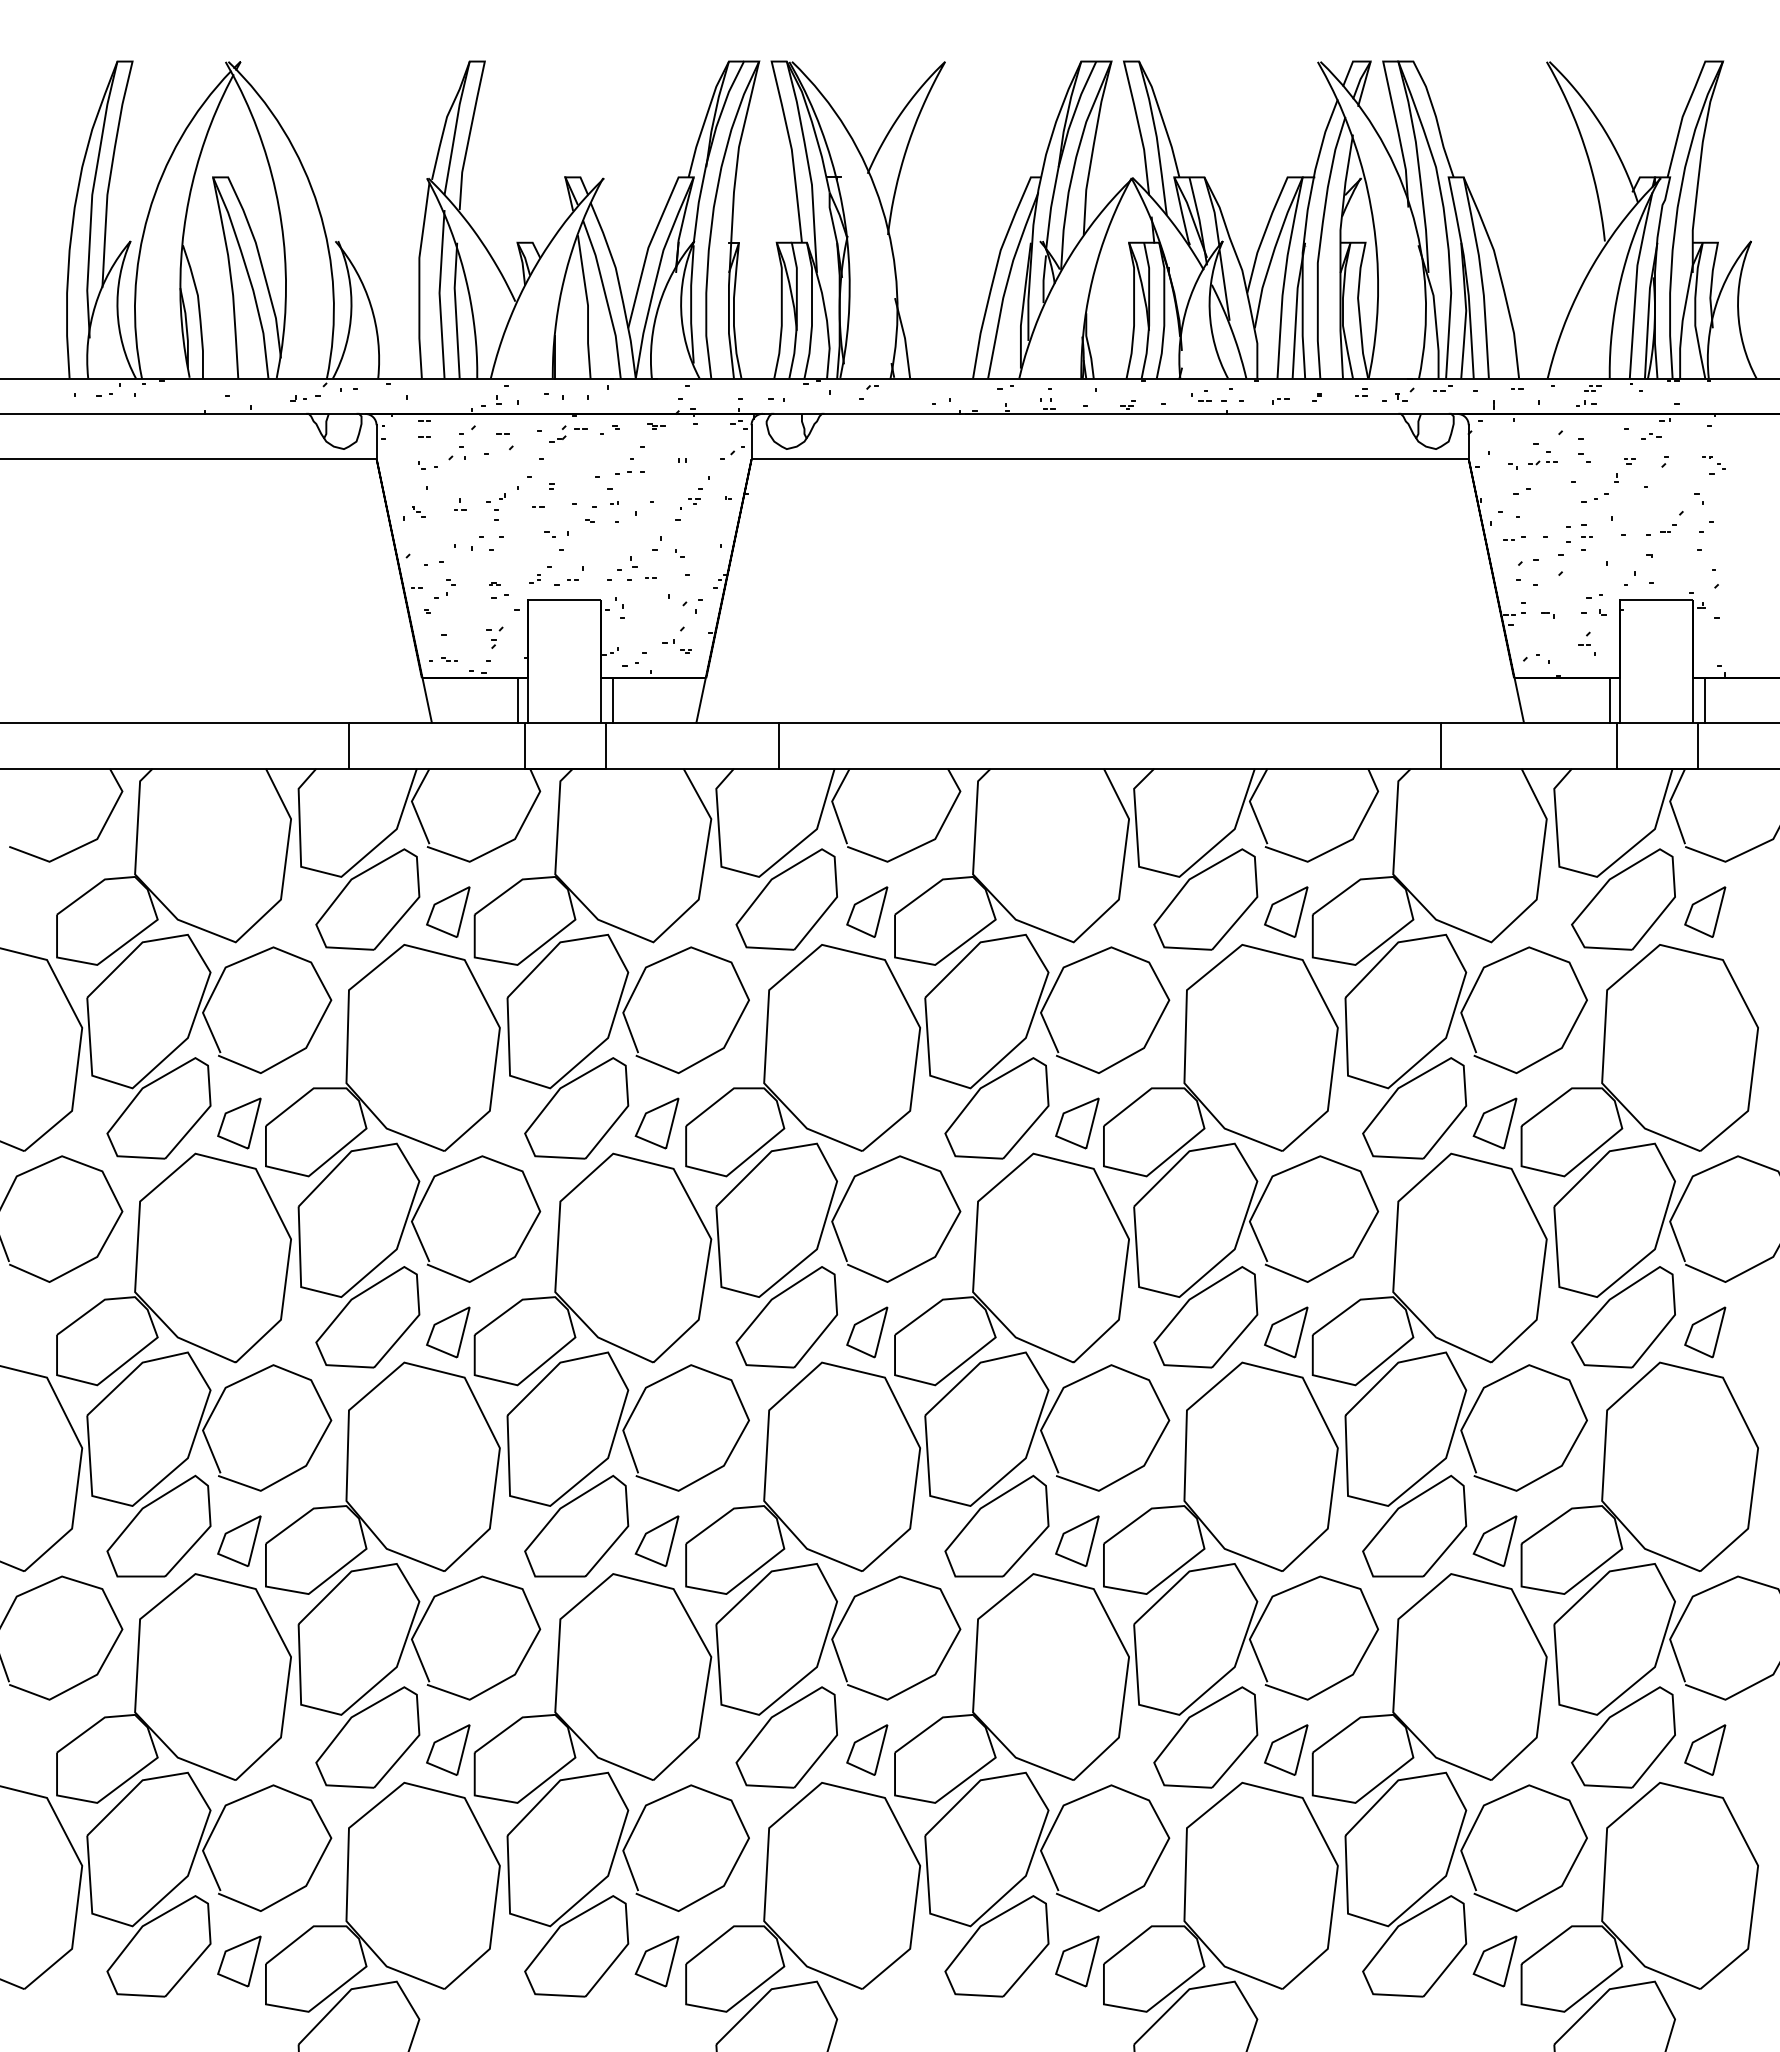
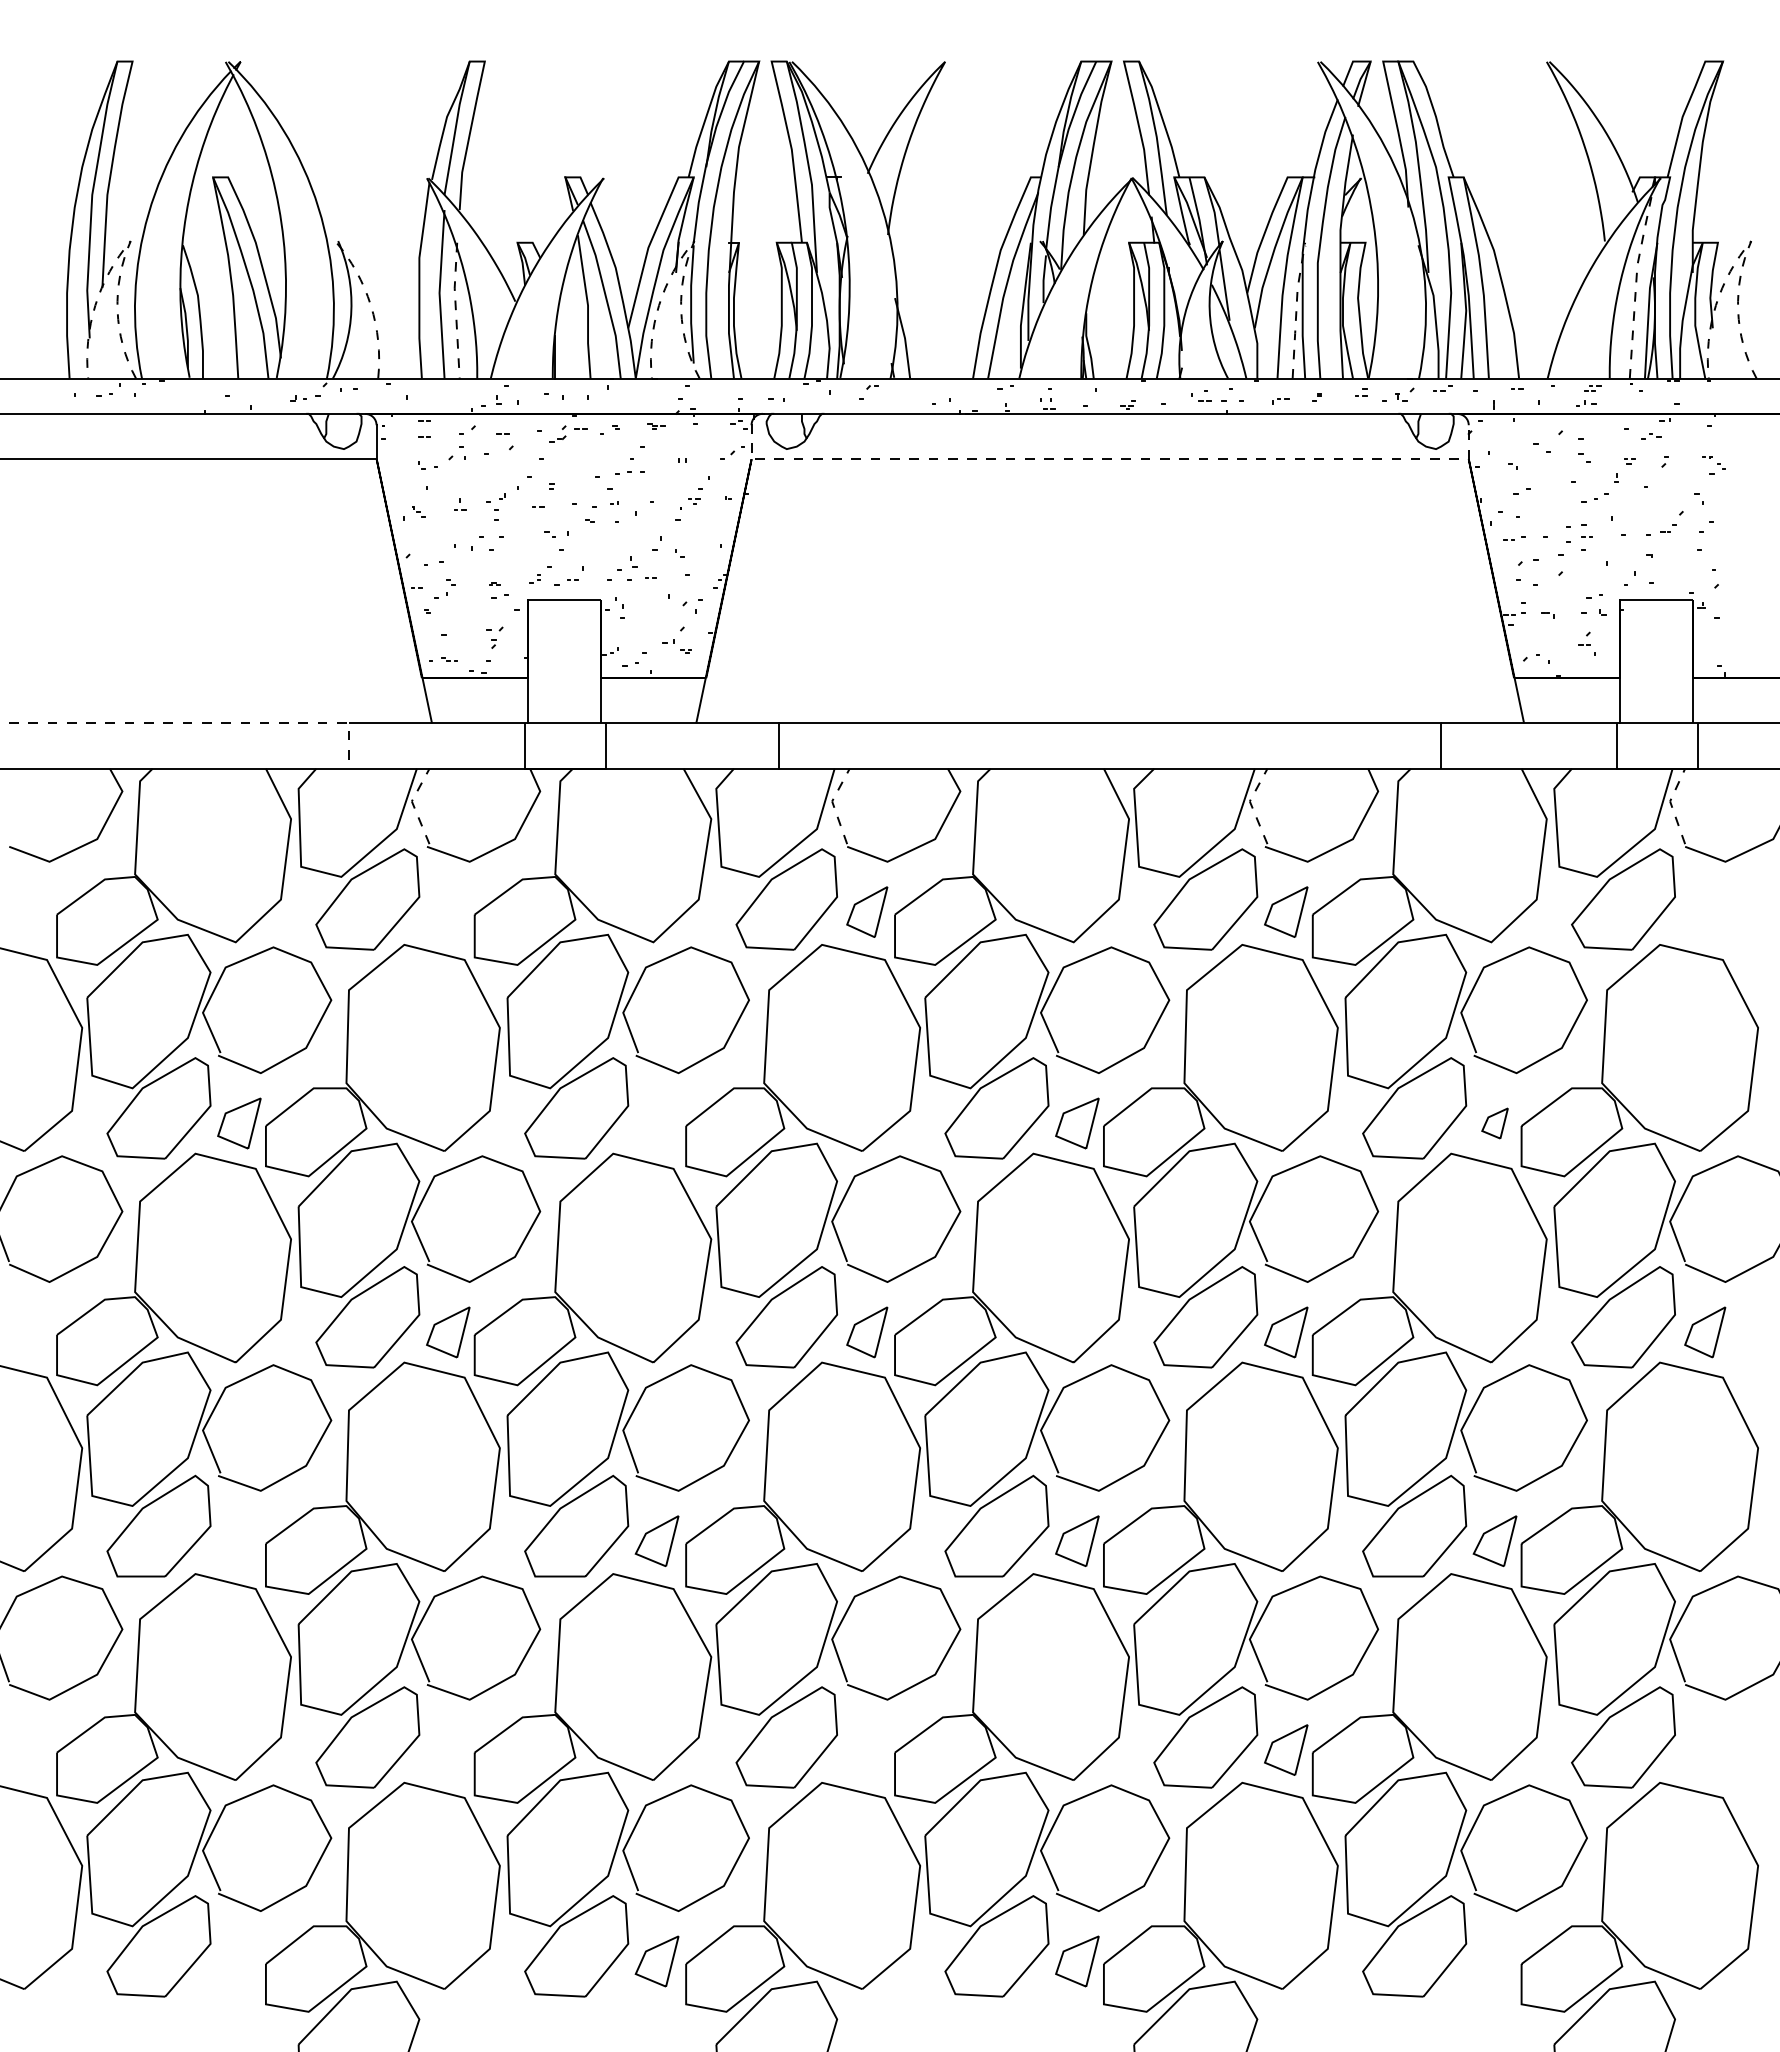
line at (126, 246): solid -> dashed
line at (690, 246): solid -> dashed
line at (1747, 246): solid -> dashed
line at (1636, 283): solid -> dashed
arc at (370, 305): solid -> dashed
line at (455, 310): solid -> dashed
line at (1296, 310): solid -> dashed
line at (1110, 459): solid -> dashed
part at (1542, 462): present -> none
line at (517, 700): present -> none
line at (613, 700): present -> none
line at (1609, 700): present -> none
line at (1705, 700): present -> none
line at (198, 723): solid -> dashed
line at (833, 804): solid -> dashed
line at (413, 805): solid -> dashed
line at (1251, 805): solid -> dashed
line at (1671, 805): solid -> dashed
part at (448, 911): present -> none
part at (1705, 911): present -> none
part at (656, 1123): present -> none
part at (1494, 1123) size: 46x53 px -> 28x33 px
part at (239, 1540): present -> none
part at (448, 1749): present -> none
part at (867, 1749): present -> none
part at (1705, 1749): present -> none
part at (239, 1961): present -> none
part at (1494, 1961): present -> none
